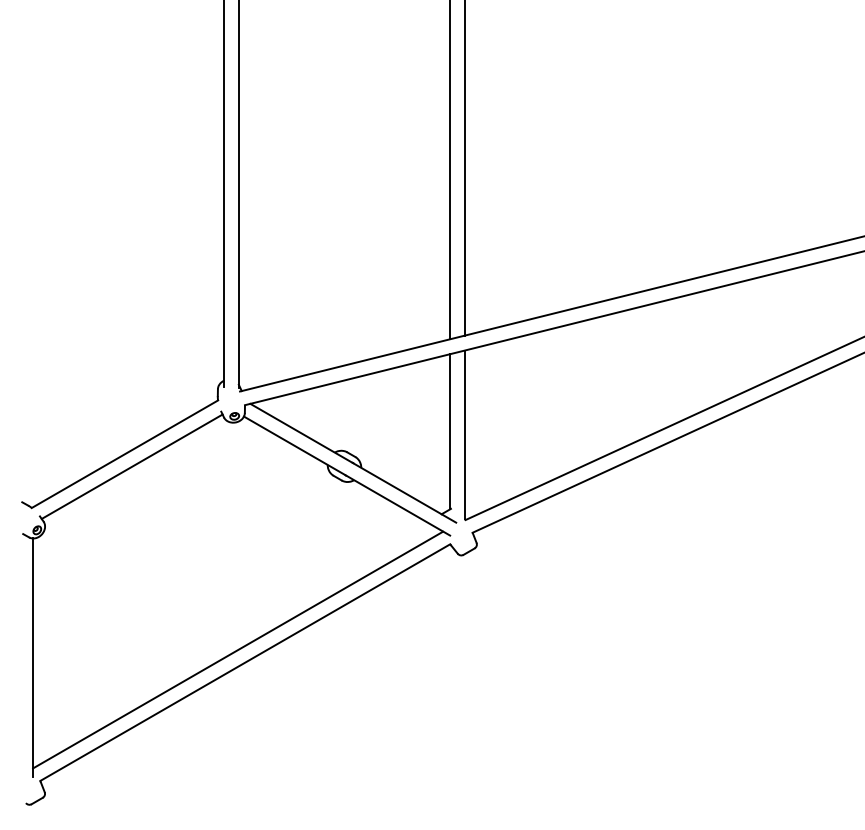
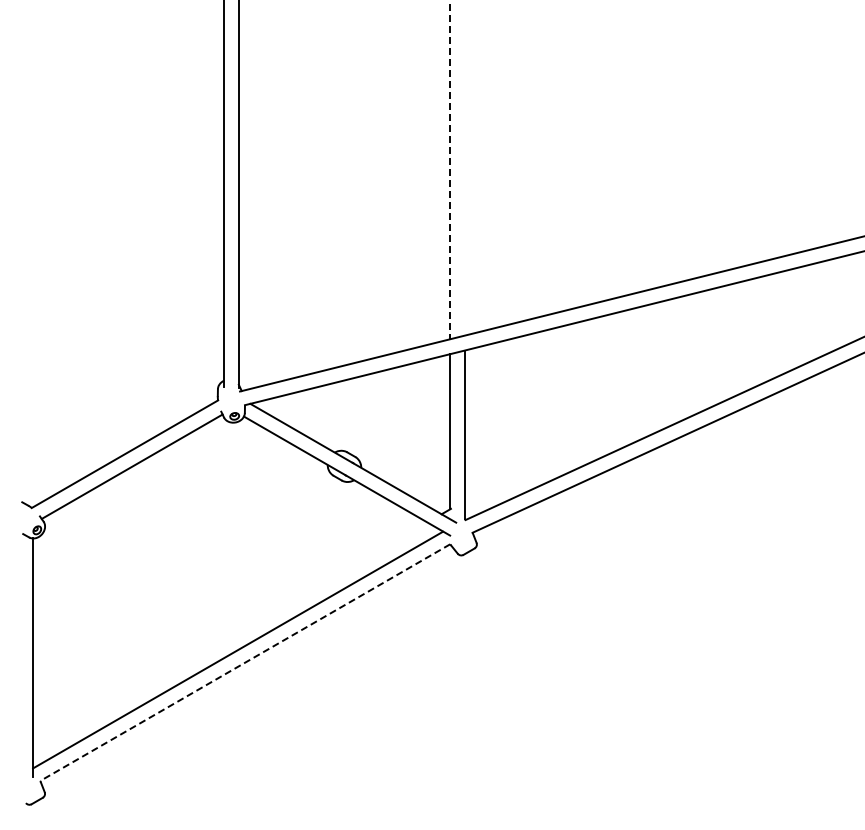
line at (464, 168): present -> none
line at (450, 170): solid -> dashed
line at (245, 662): solid -> dashed
